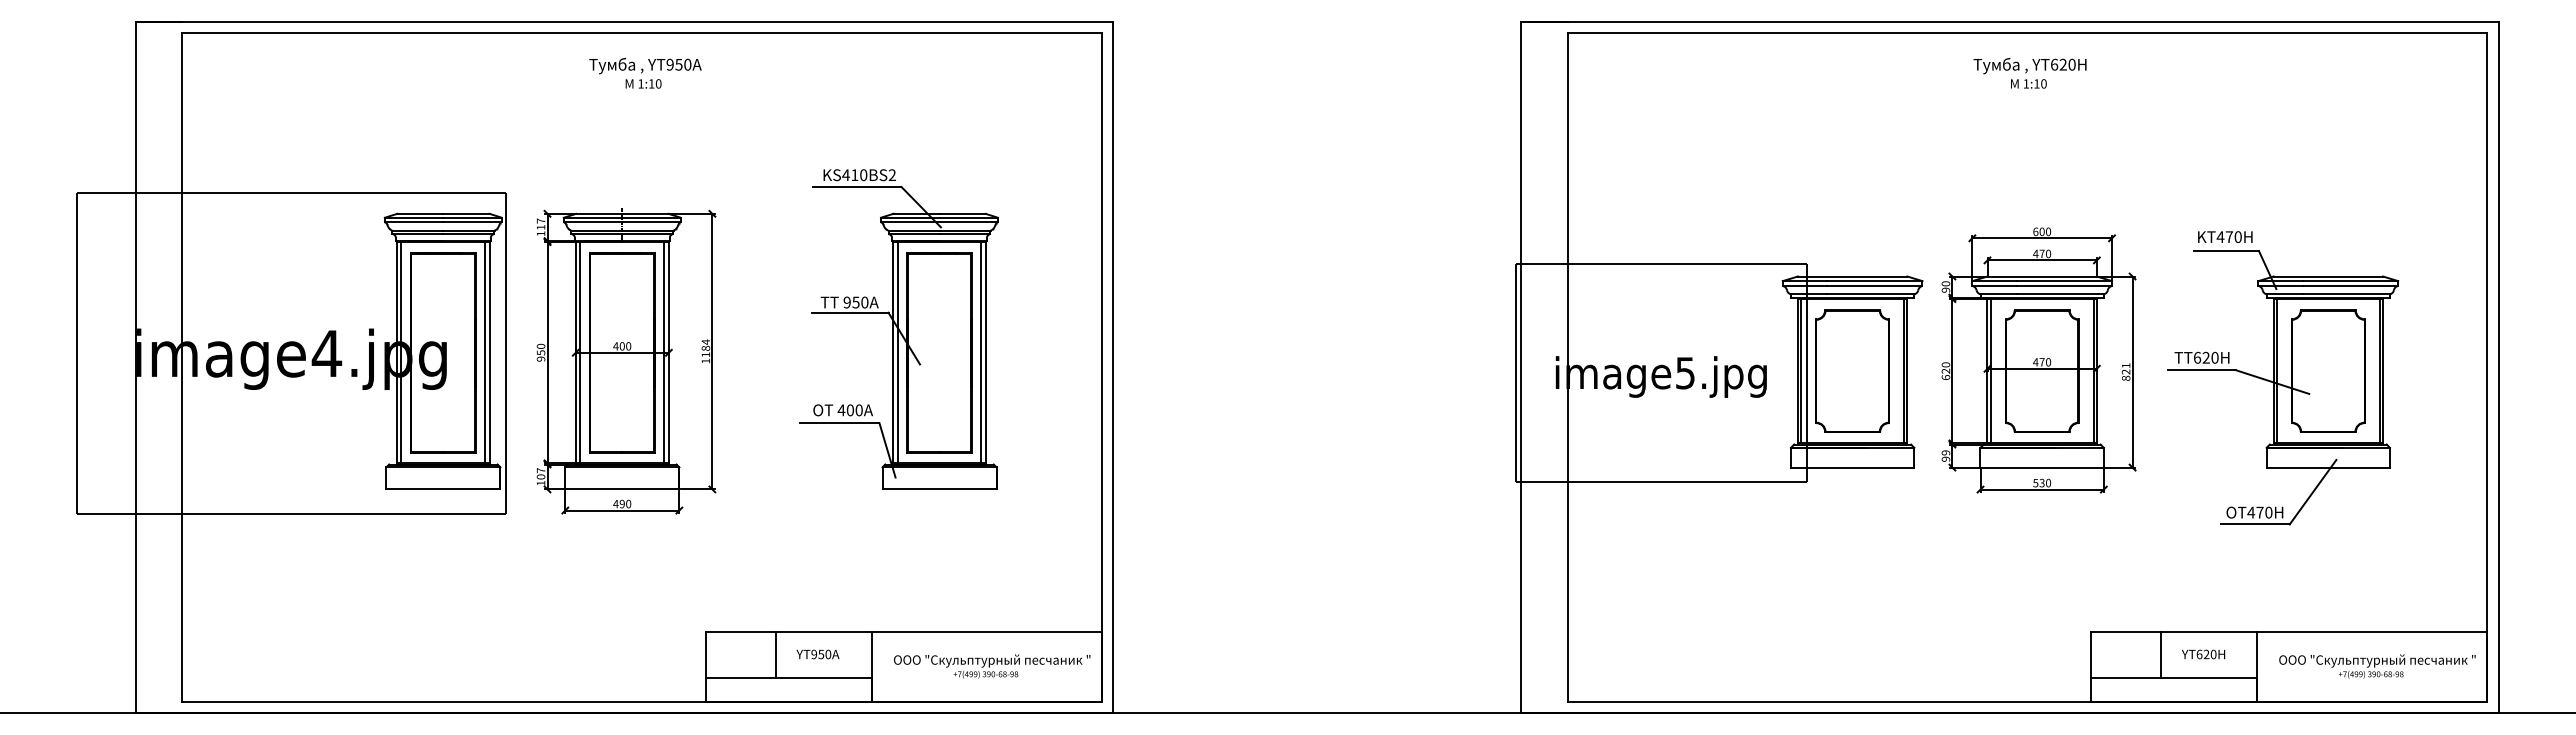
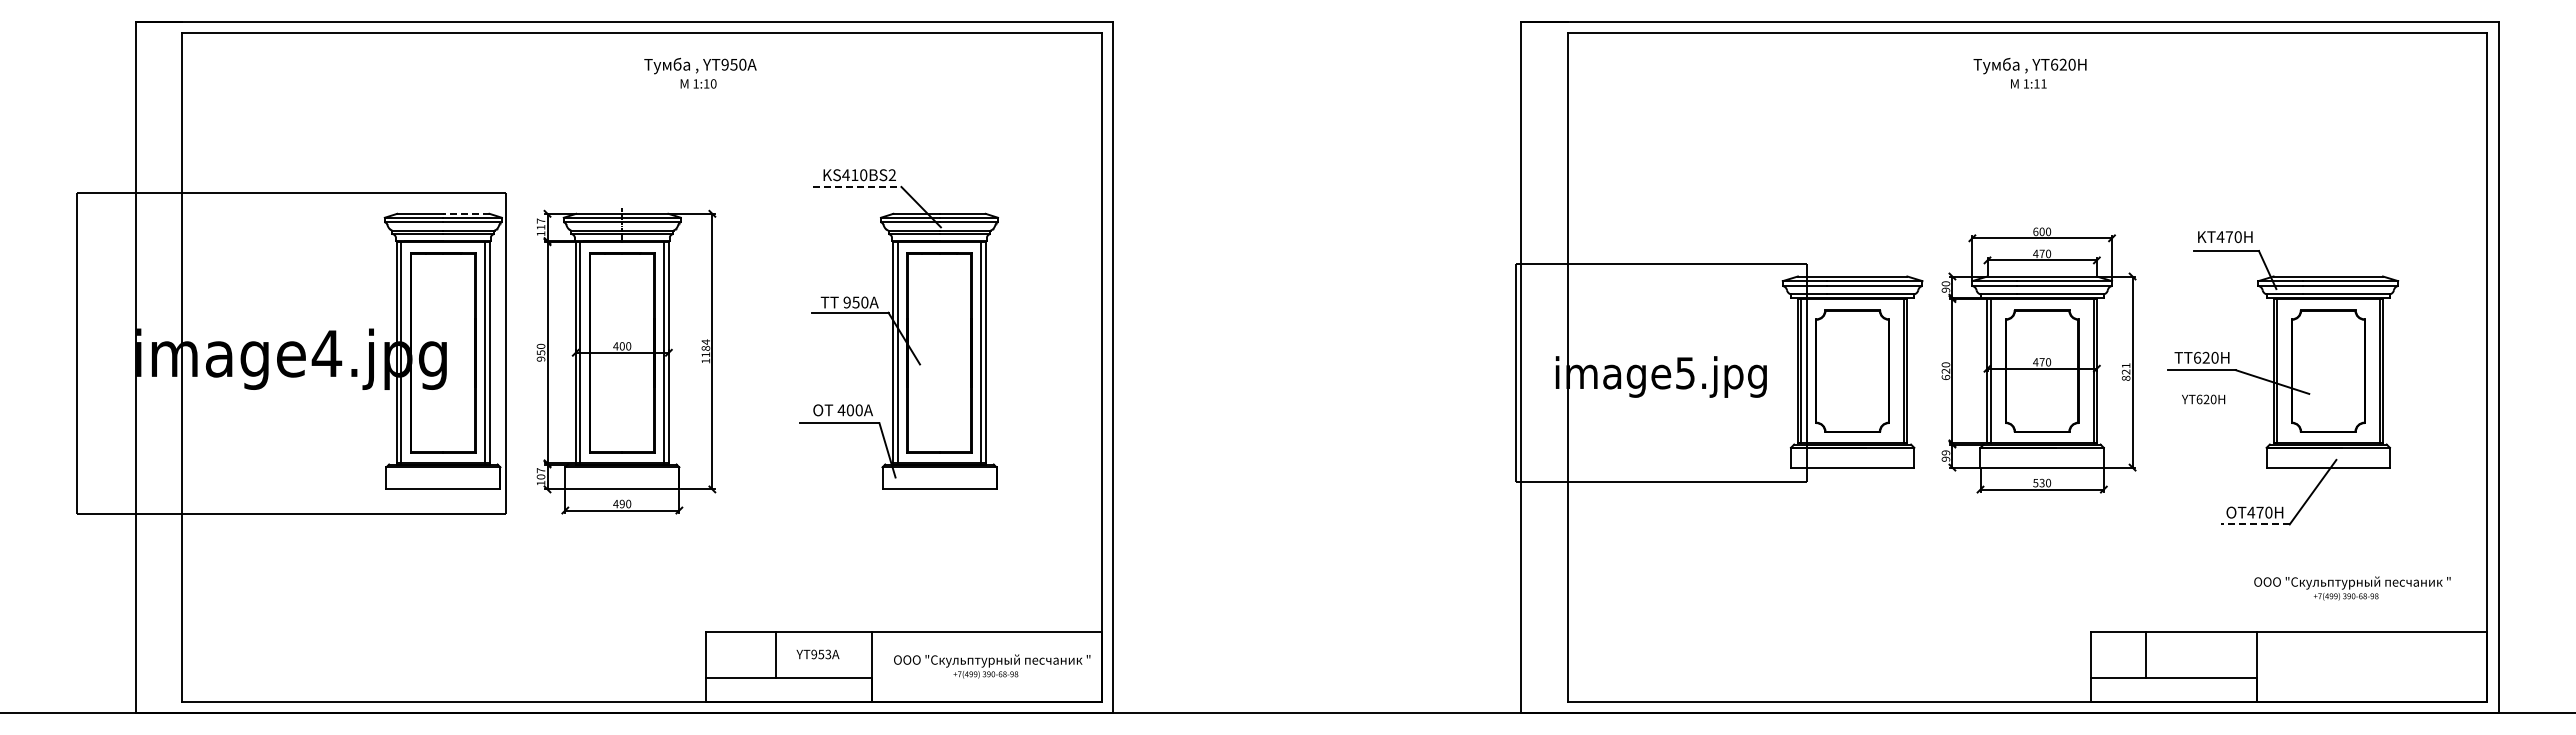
text at (645, 72) position: (645, 72) -> (700, 72)
text at (2043, 83): 1:10 -> 1:11
line at (857, 186): solid -> dashed
line at (465, 213): solid -> dashed
line at (2254, 524): solid -> dashed
text at (828, 654): YT950A -> YT953A
line at (2161, 654) position: (2161, 654) -> (2146, 654)
text at (2203, 654) position: (2203, 654) -> (2203, 399)
text at (2377, 666) position: (2377, 666) -> (2352, 588)
